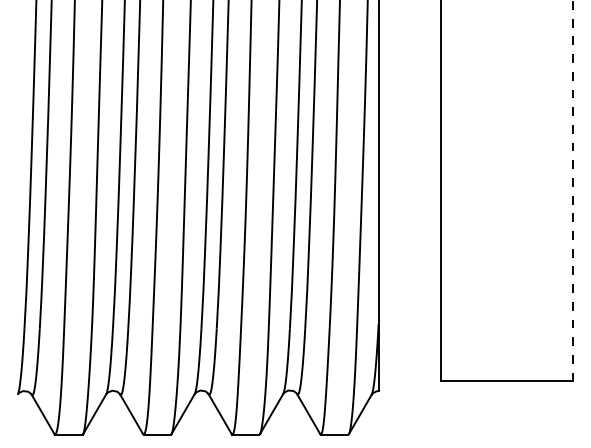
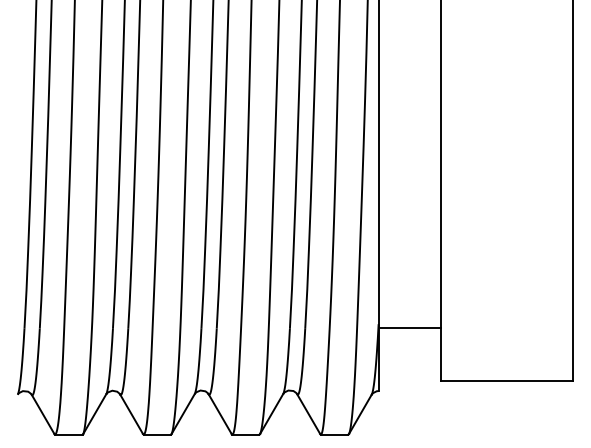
line at (573, 190): dashed -> solid
line at (409, 328): none -> present
